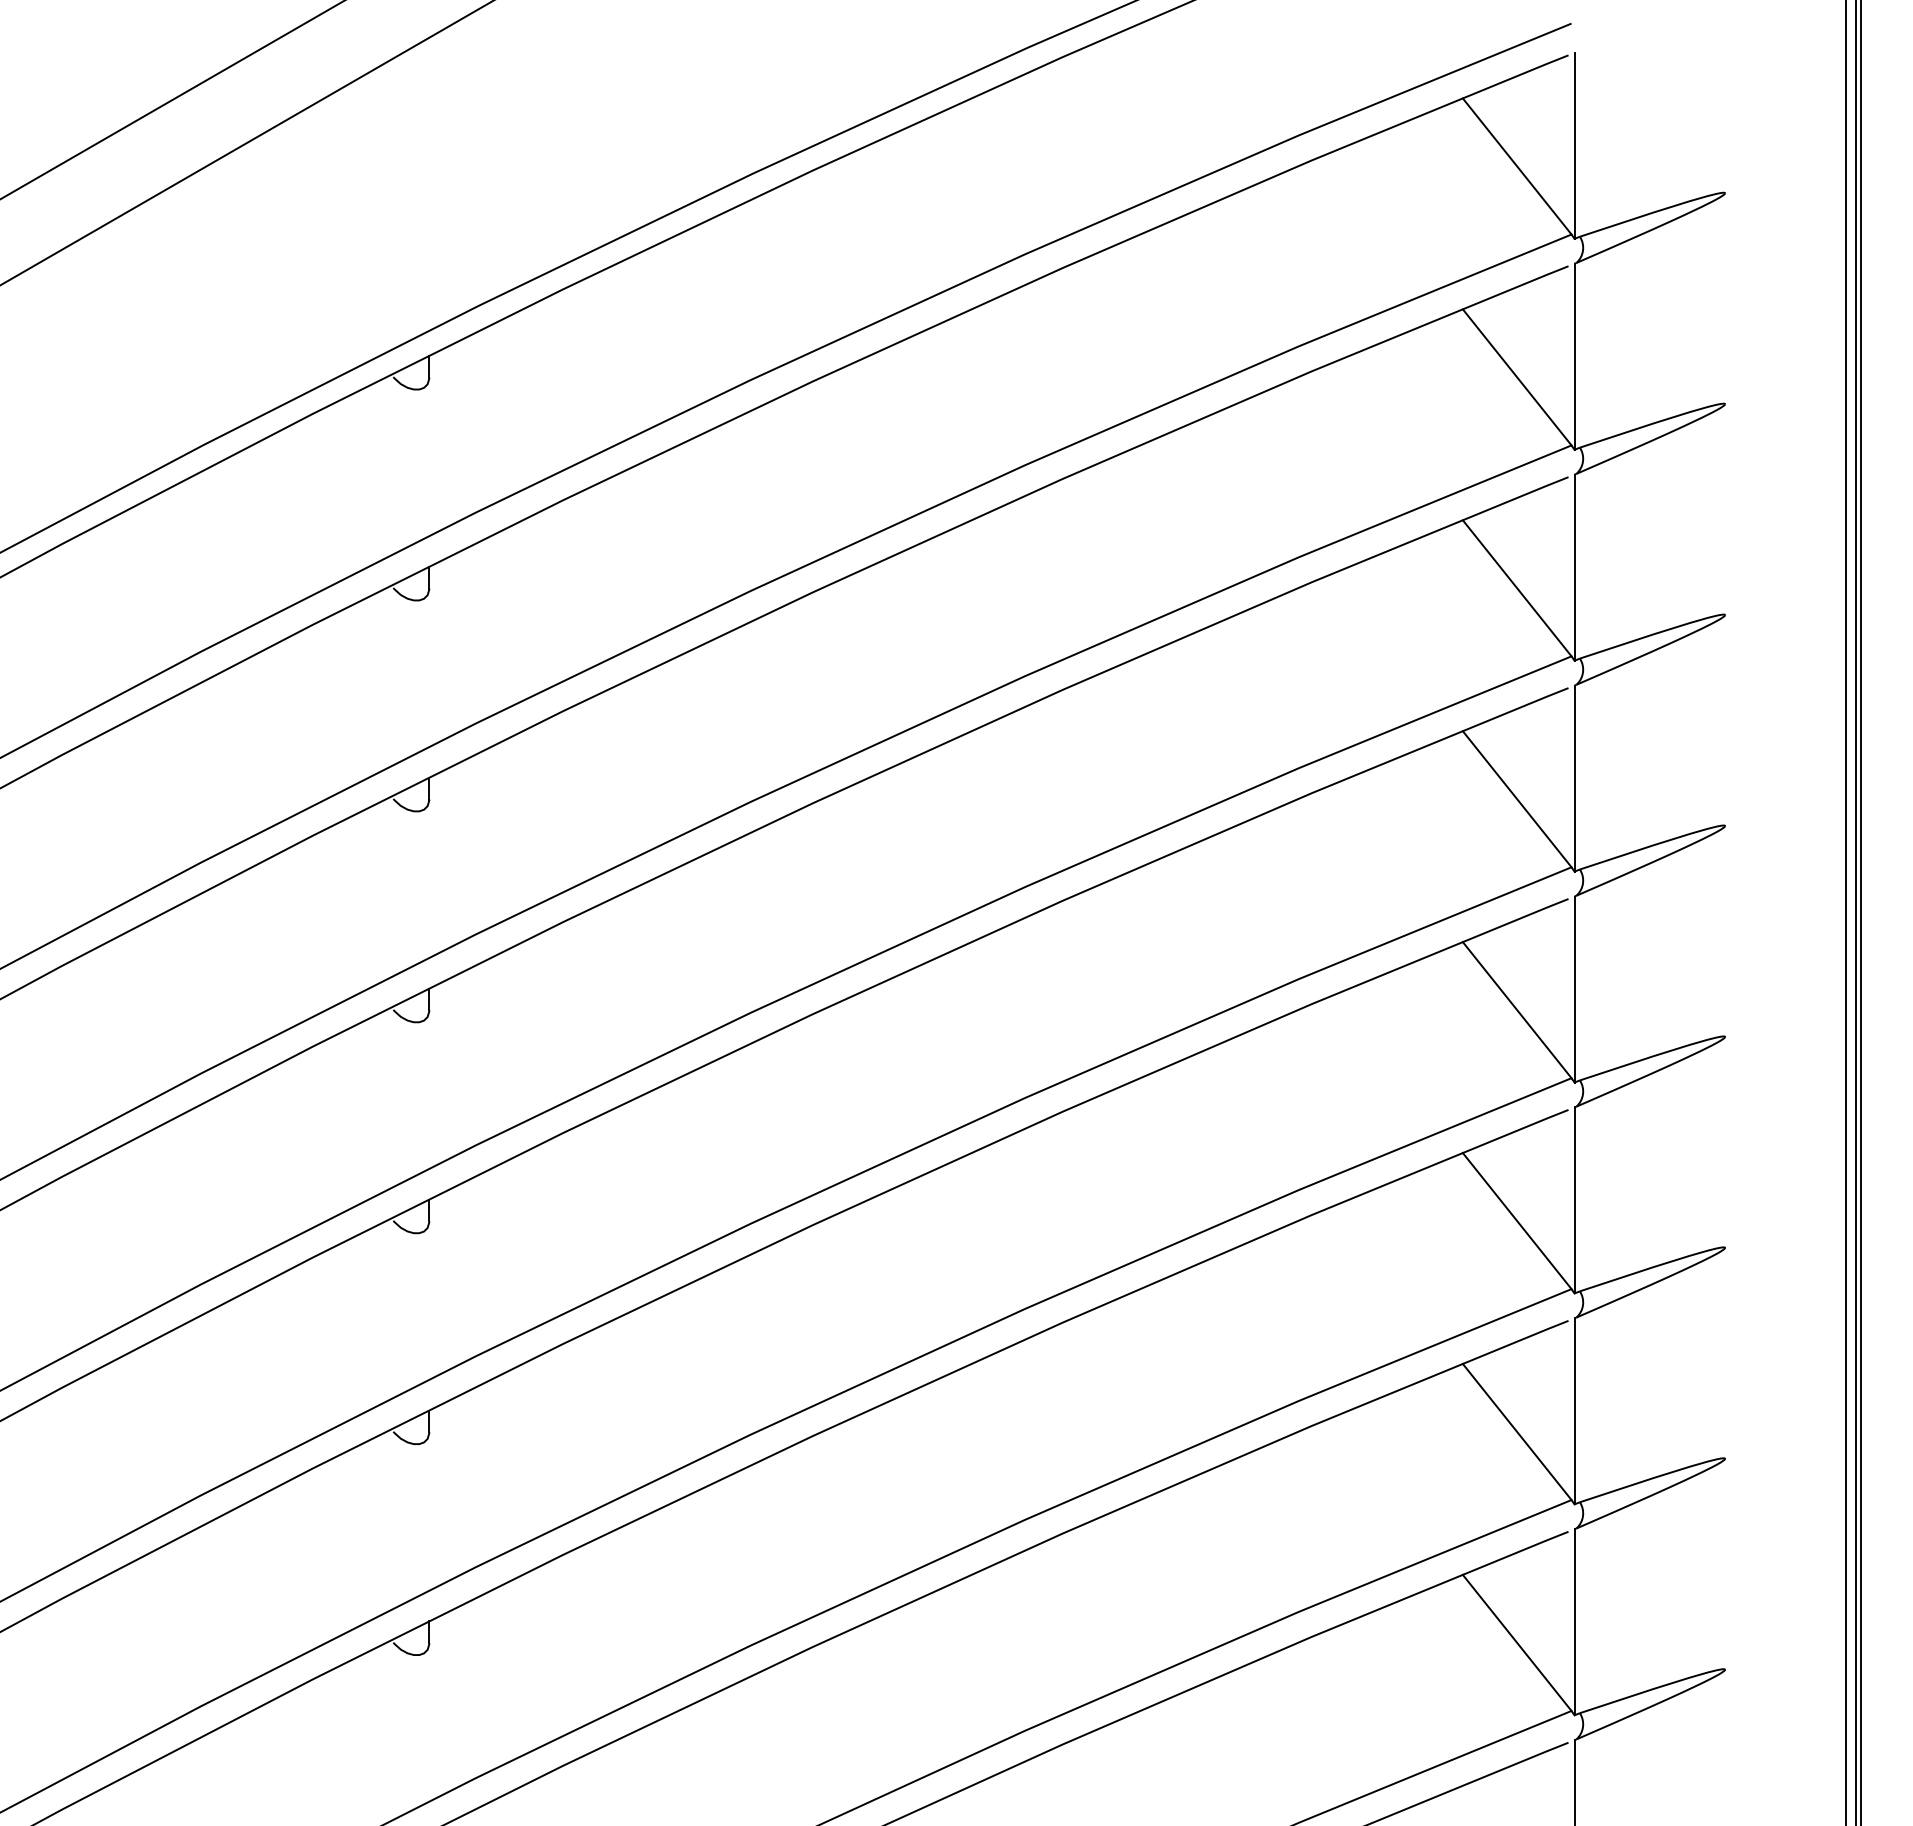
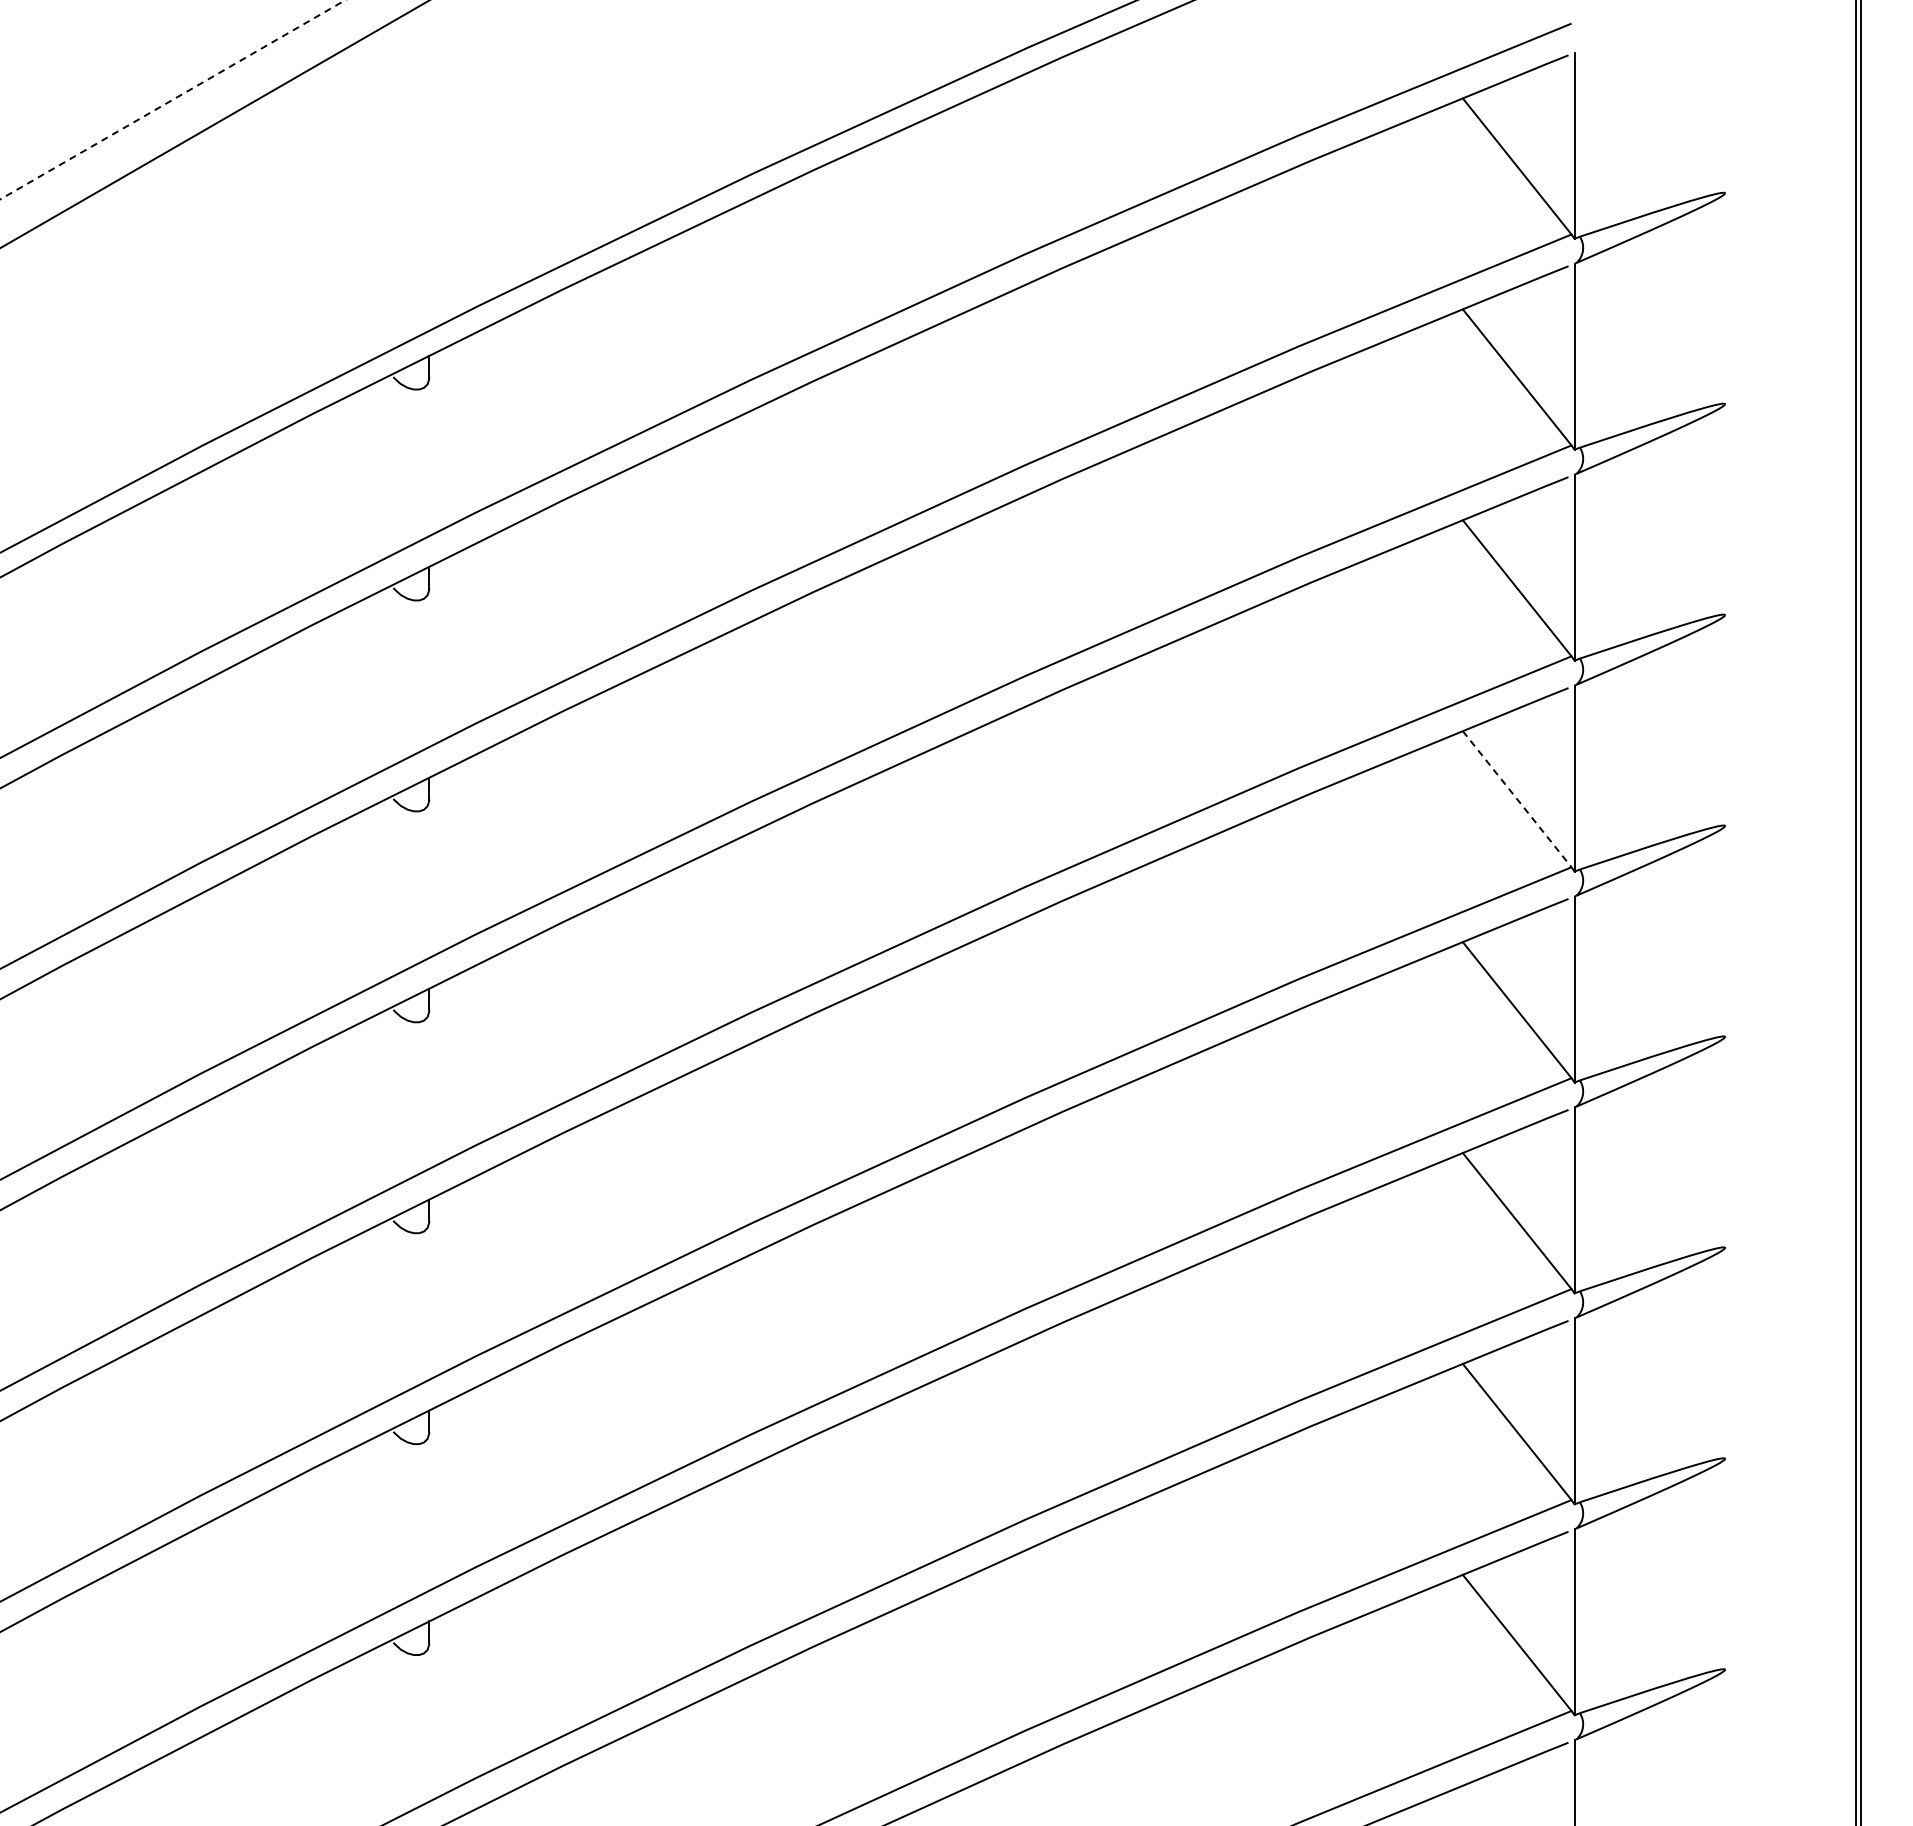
line at (173, 99): solid -> dashed
line at (246, 143) position: (246, 143) -> (214, 124)
line at (1517, 799): solid -> dashed
line at (1845, 912): present -> none
